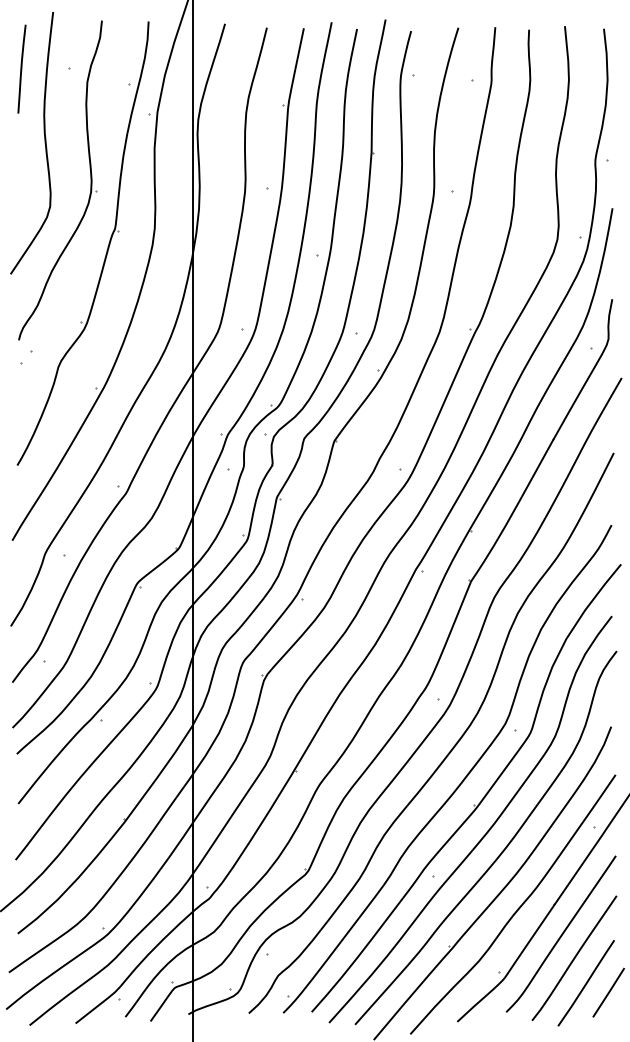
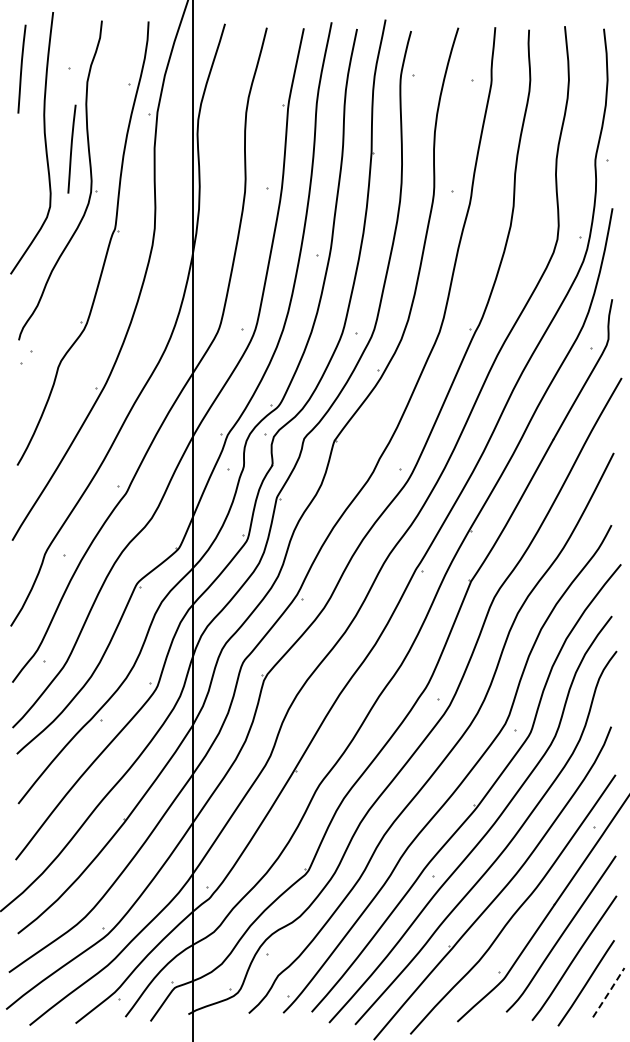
line at (71, 148): none -> present
line at (609, 992): solid -> dashed
